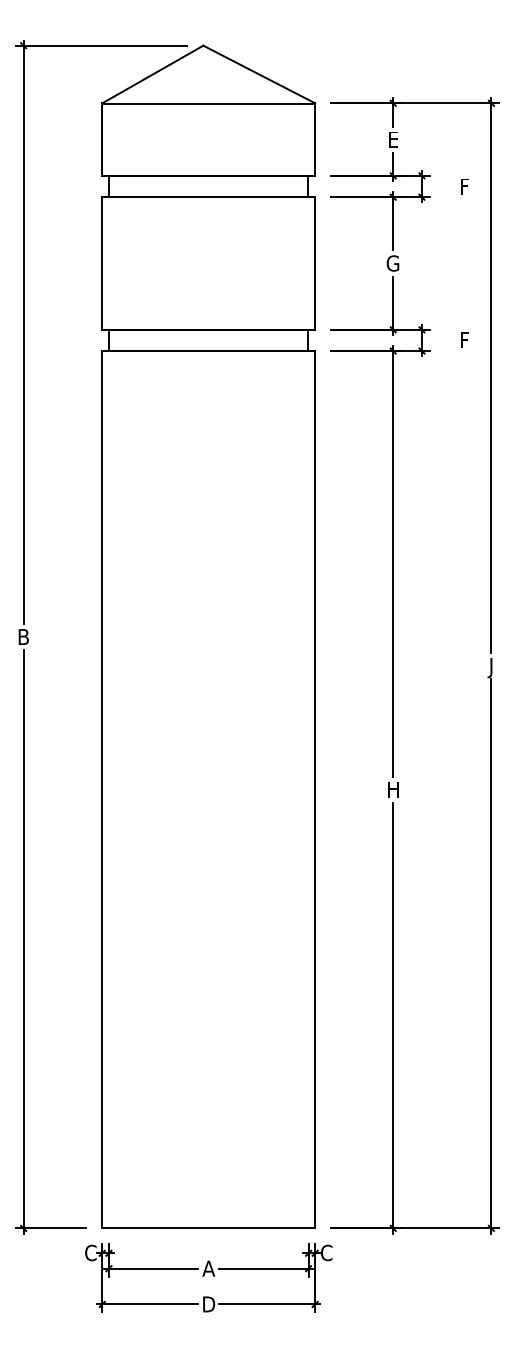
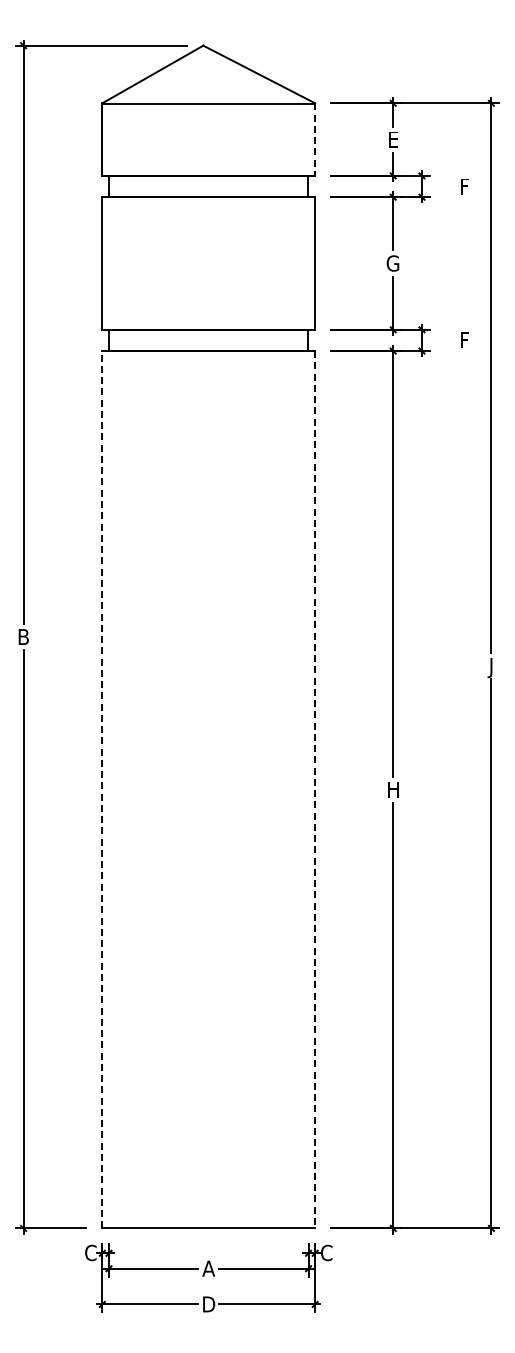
line at (315, 140): solid -> dashed
line at (102, 789): solid -> dashed
line at (315, 789): solid -> dashed
